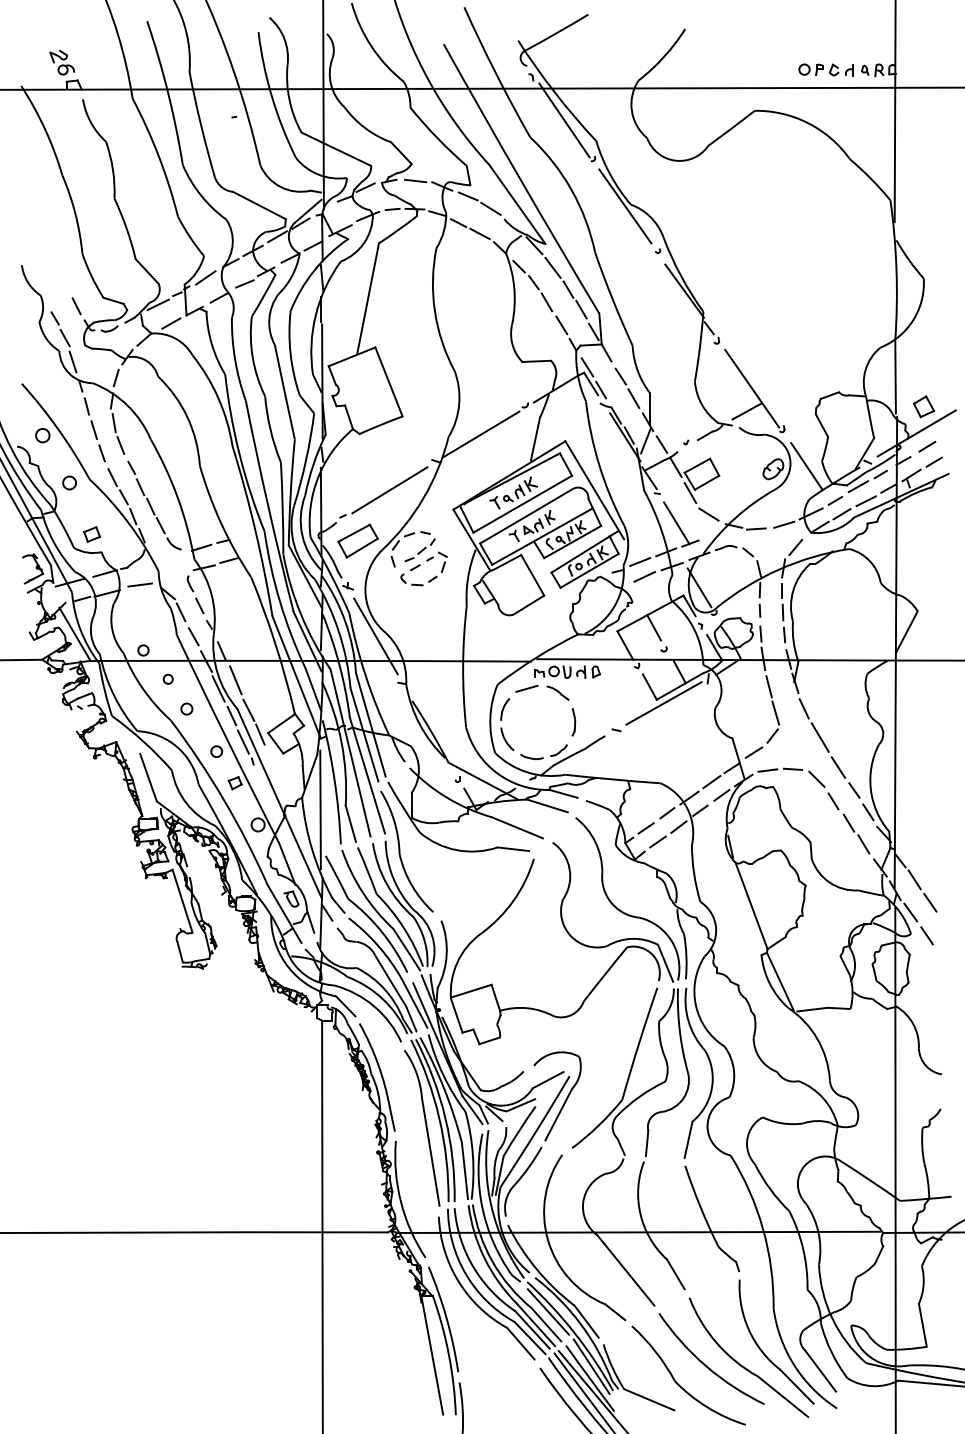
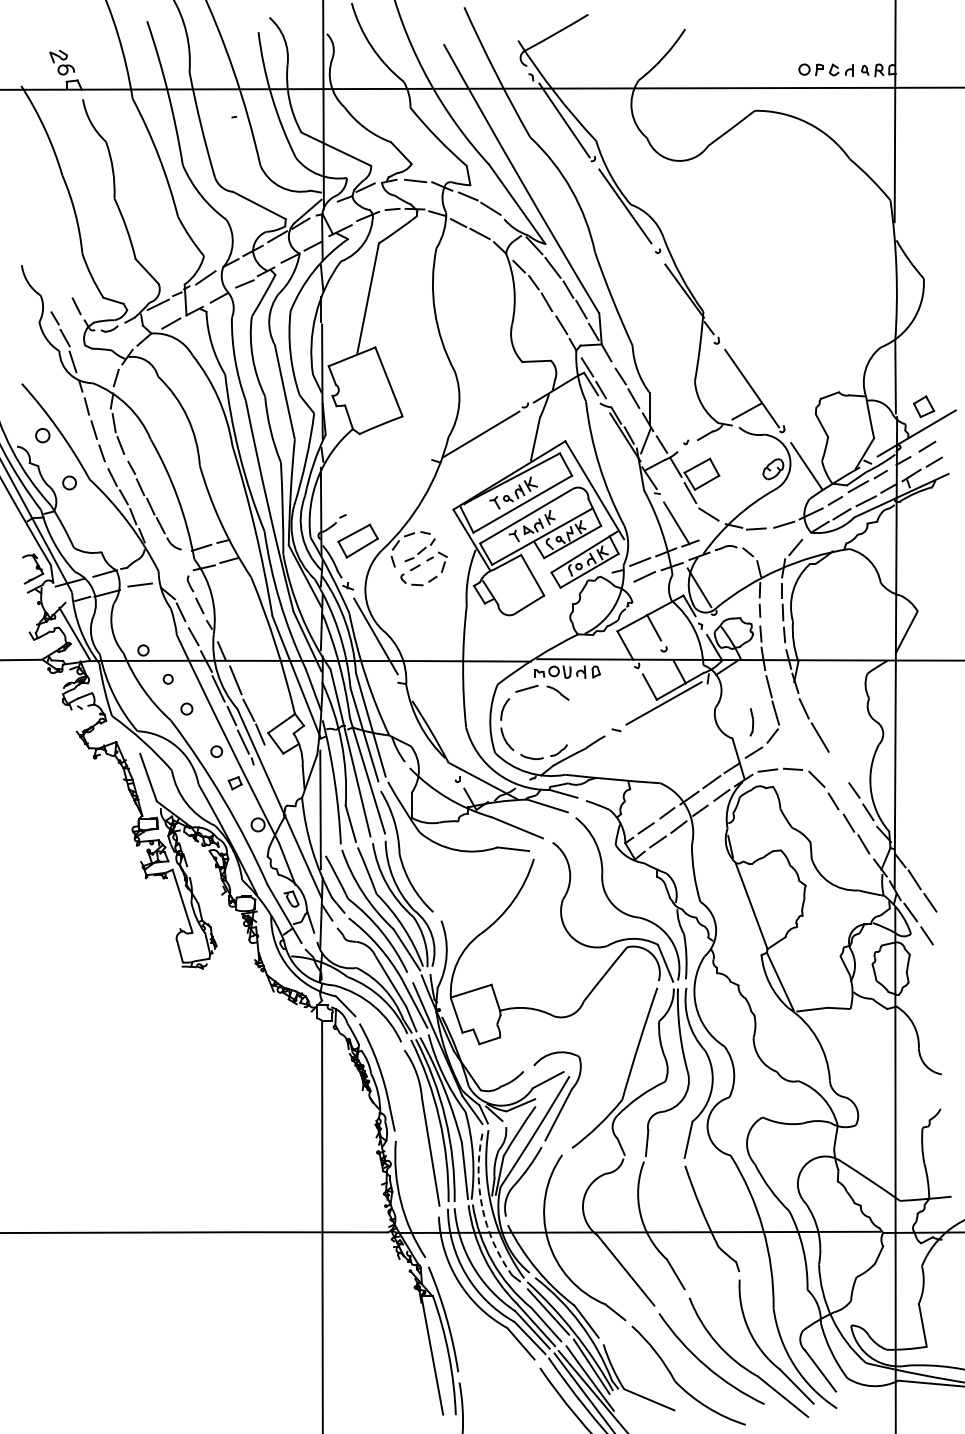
line at (389, 490): present -> none
part at (92, 534): present -> none
part at (573, 722) position: (573, 722) -> (751, 722)
line at (838, 767): present -> none
arc at (482, 1207): solid -> dashed
